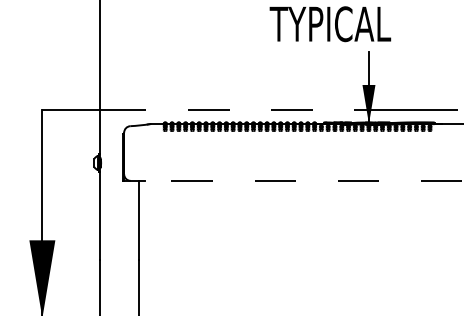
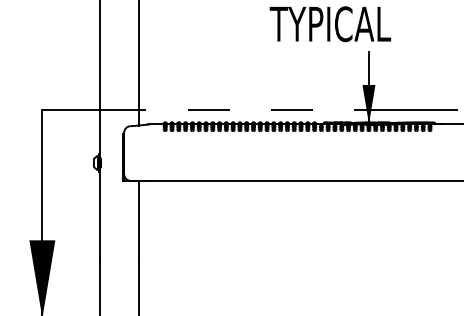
line at (139, 63): none -> present
line at (296, 180): dashed -> solid
